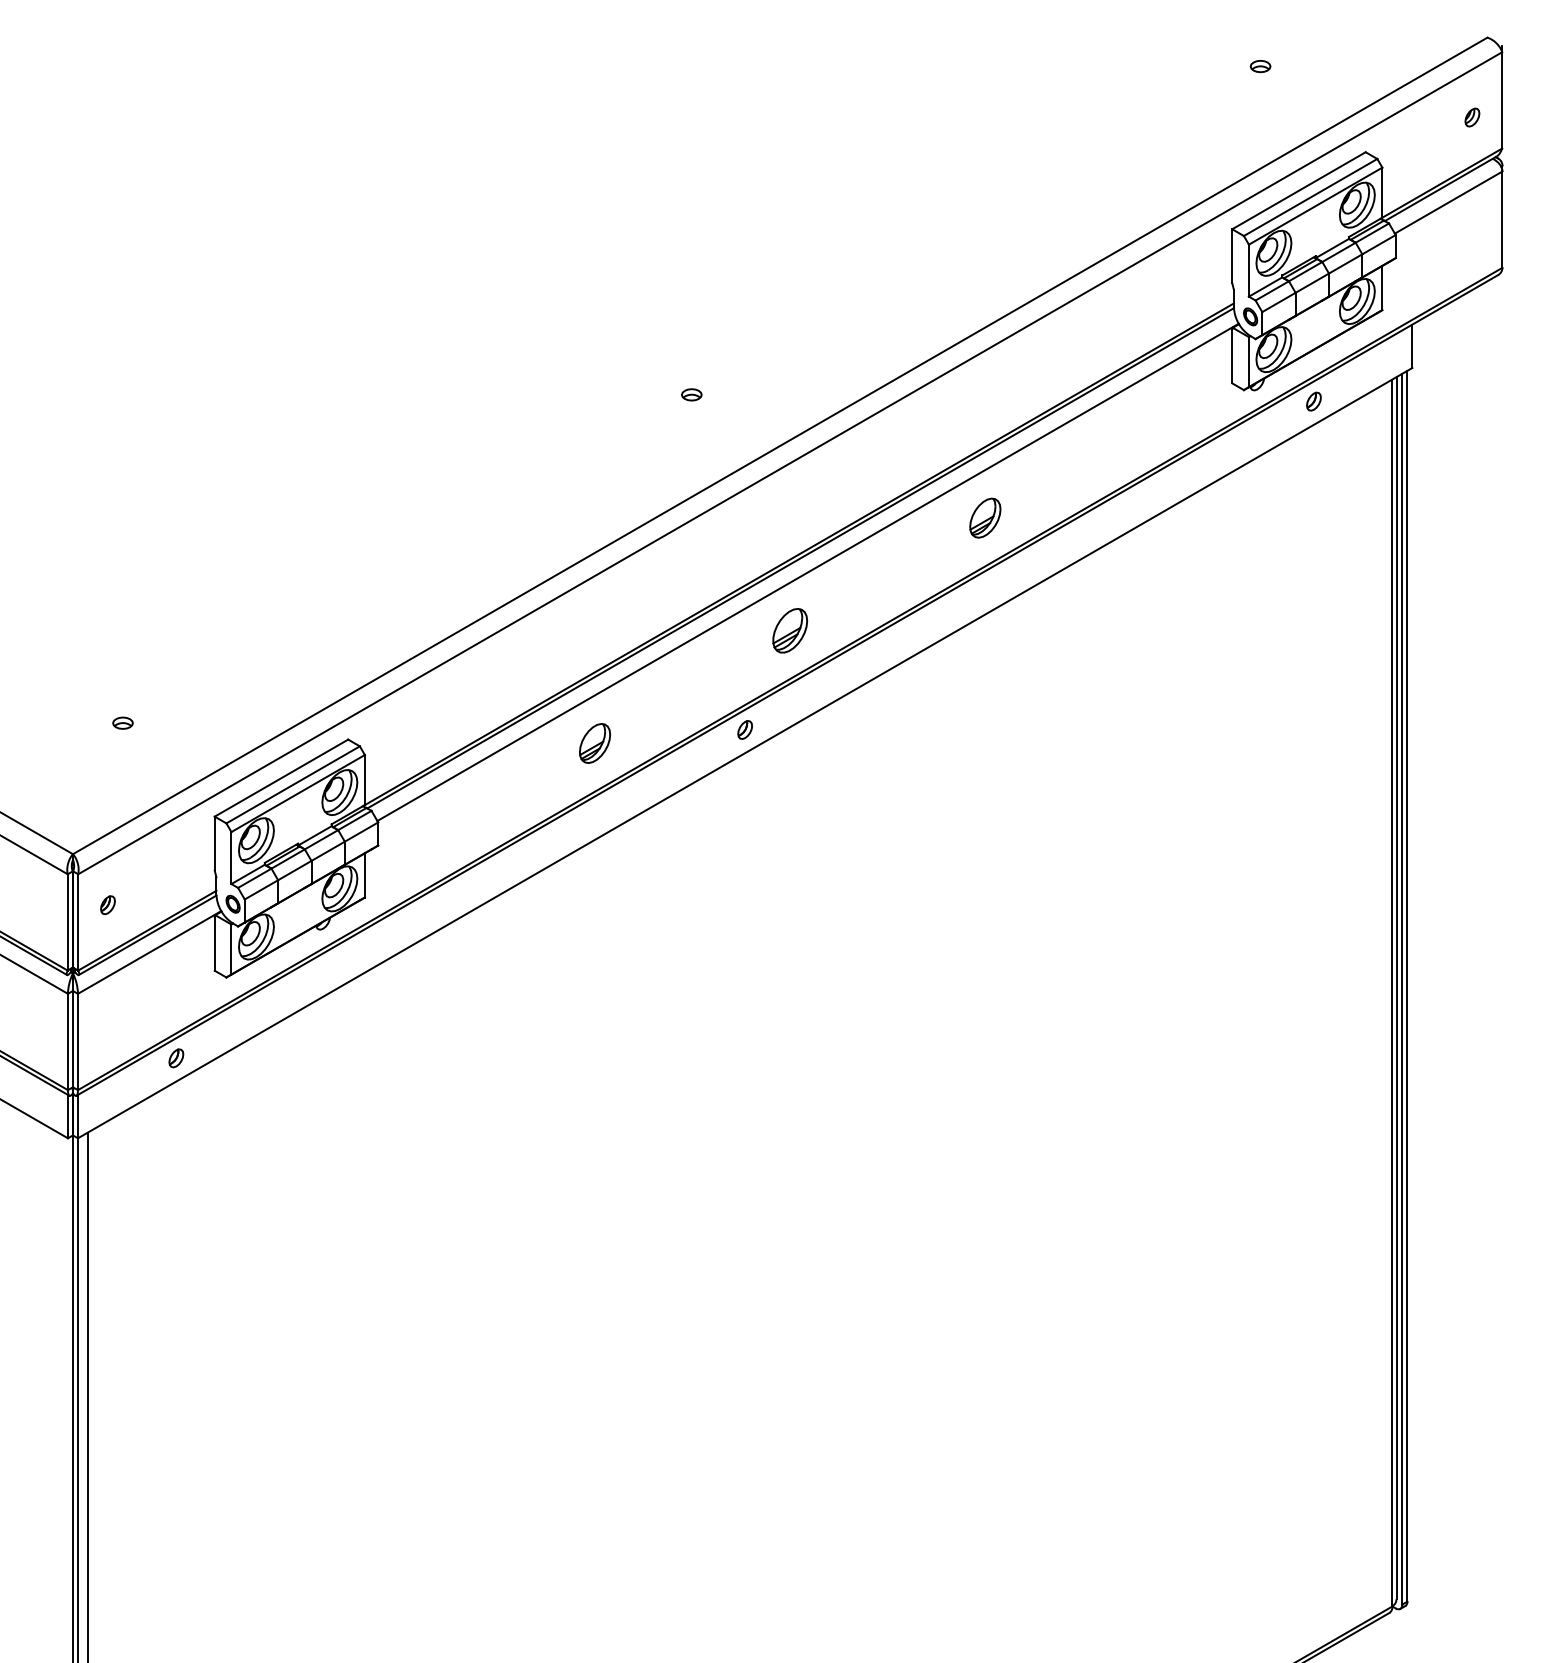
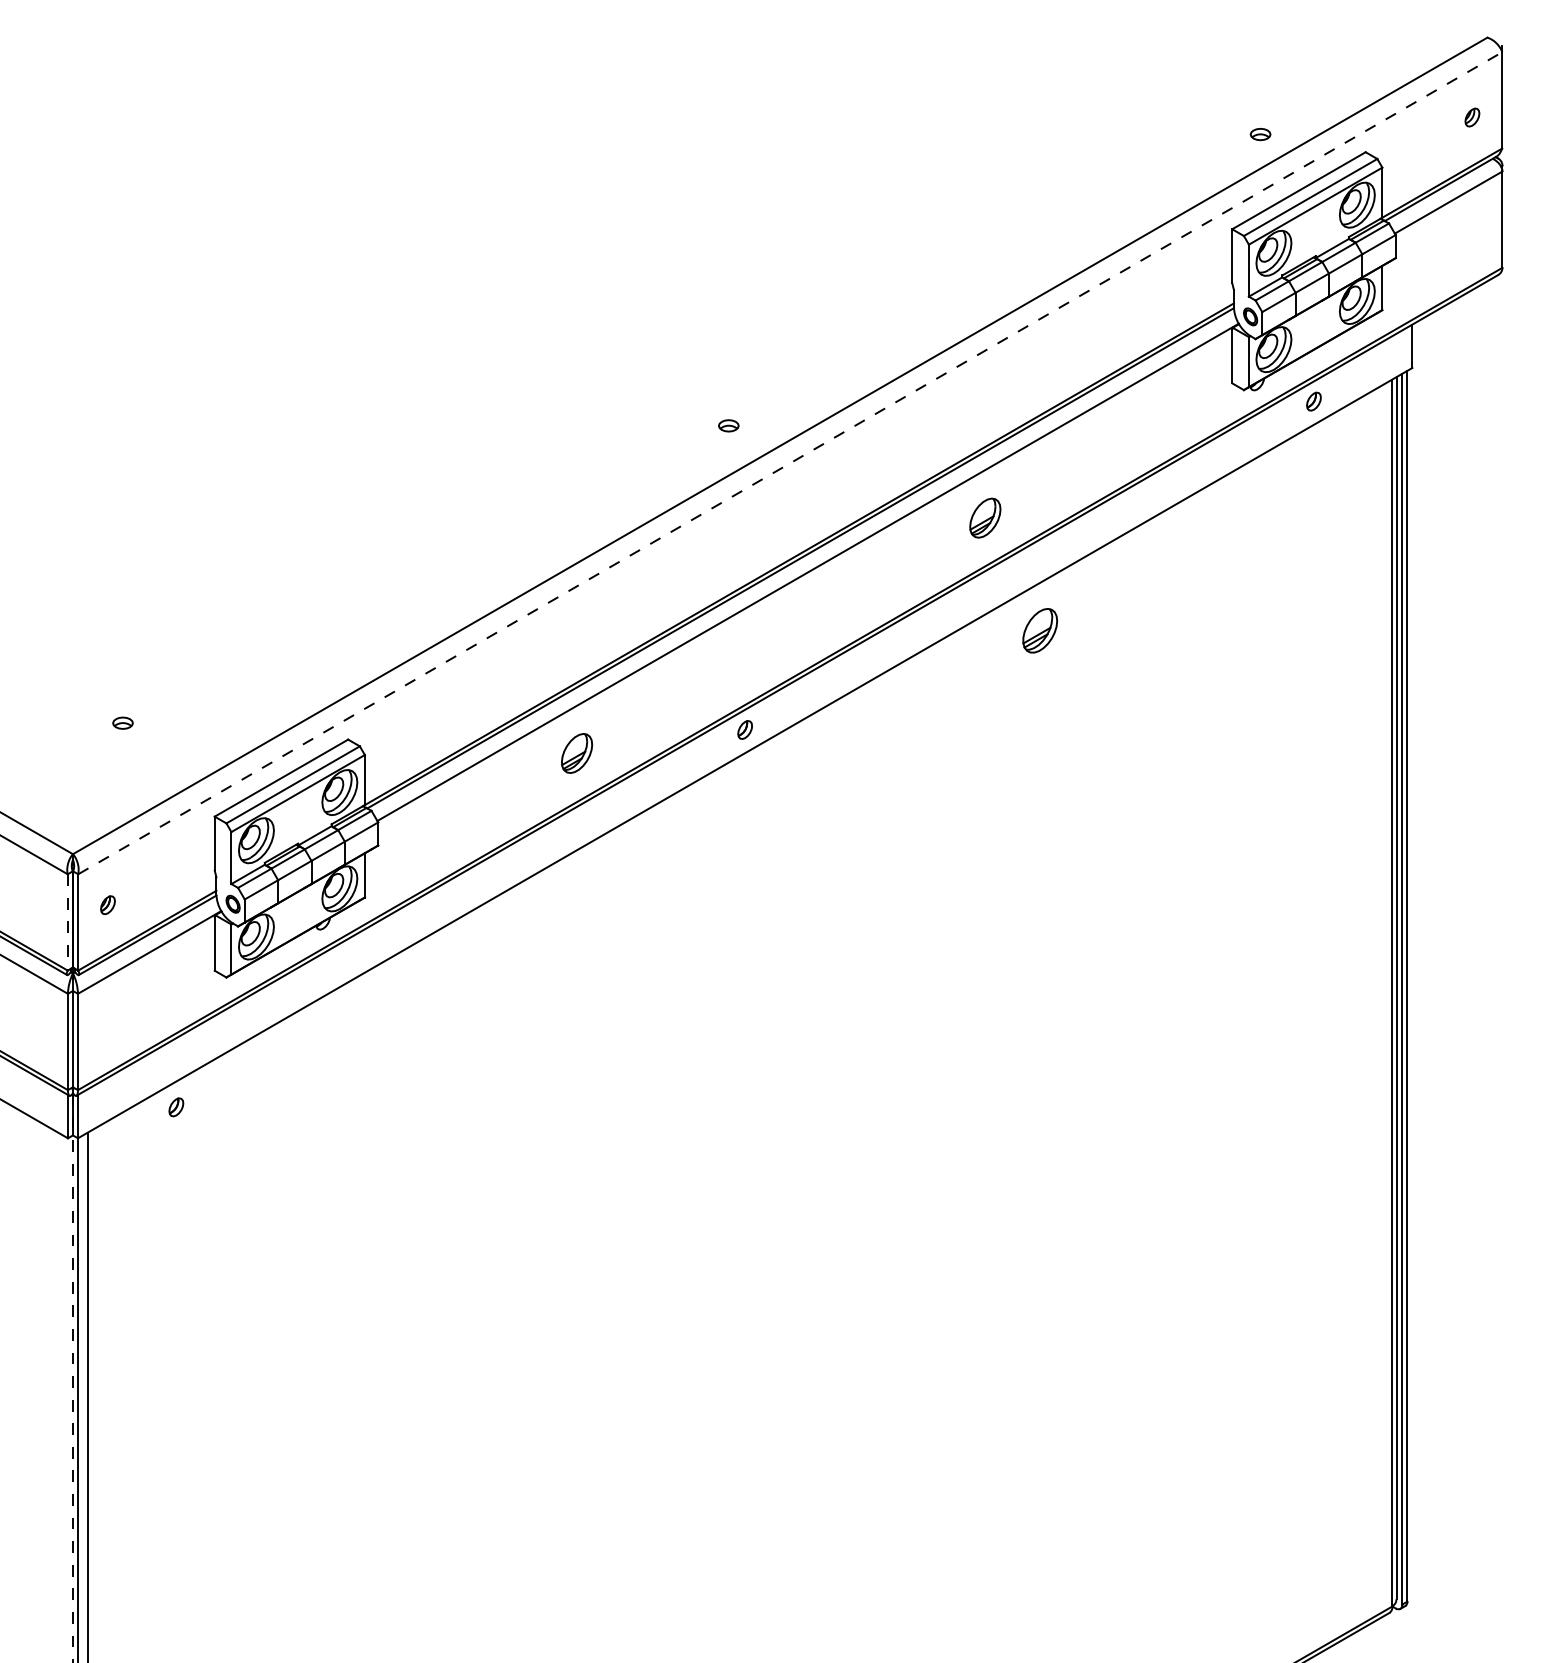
part at (1260, 66) position: (1260, 66) -> (1260, 134)
part at (691, 394) position: (691, 394) -> (728, 425)
line at (790, 463): solid -> dashed
part at (790, 630) position: (790, 630) -> (1040, 630)
part at (595, 743) position: (595, 743) -> (577, 753)
line at (67, 922): solid -> dashed
part at (176, 1058) position: (176, 1058) -> (176, 1107)
line at (72, 1378): solid -> dashed
